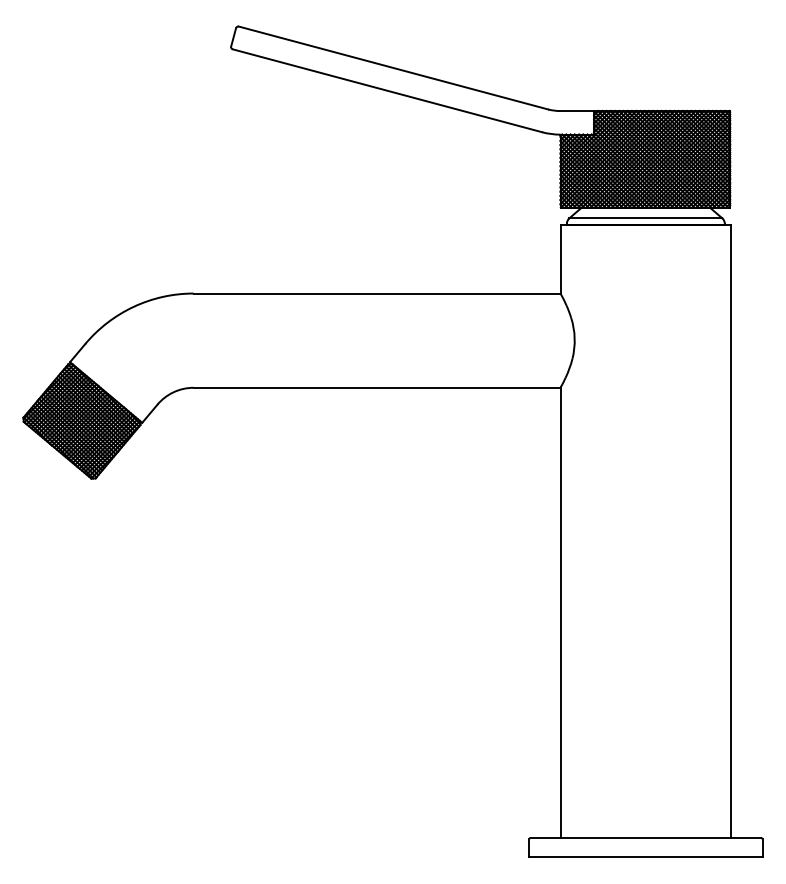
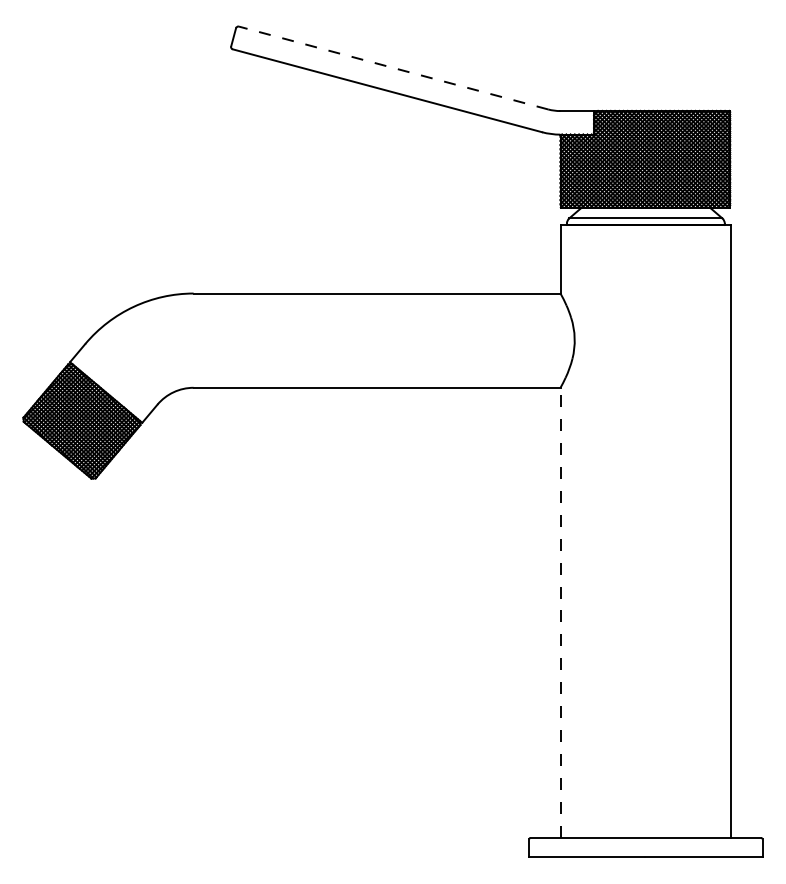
line at (393, 67): solid -> dashed
line at (561, 611): solid -> dashed
